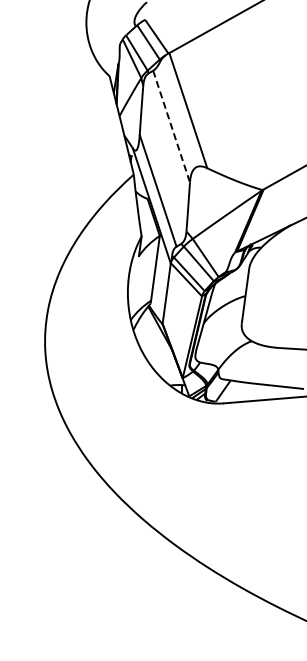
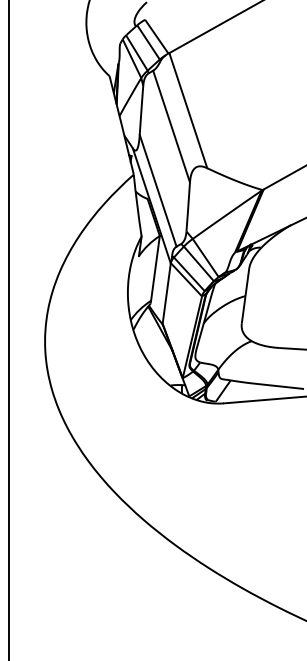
line at (171, 126): dashed -> solid
line at (9, 329): none -> present
